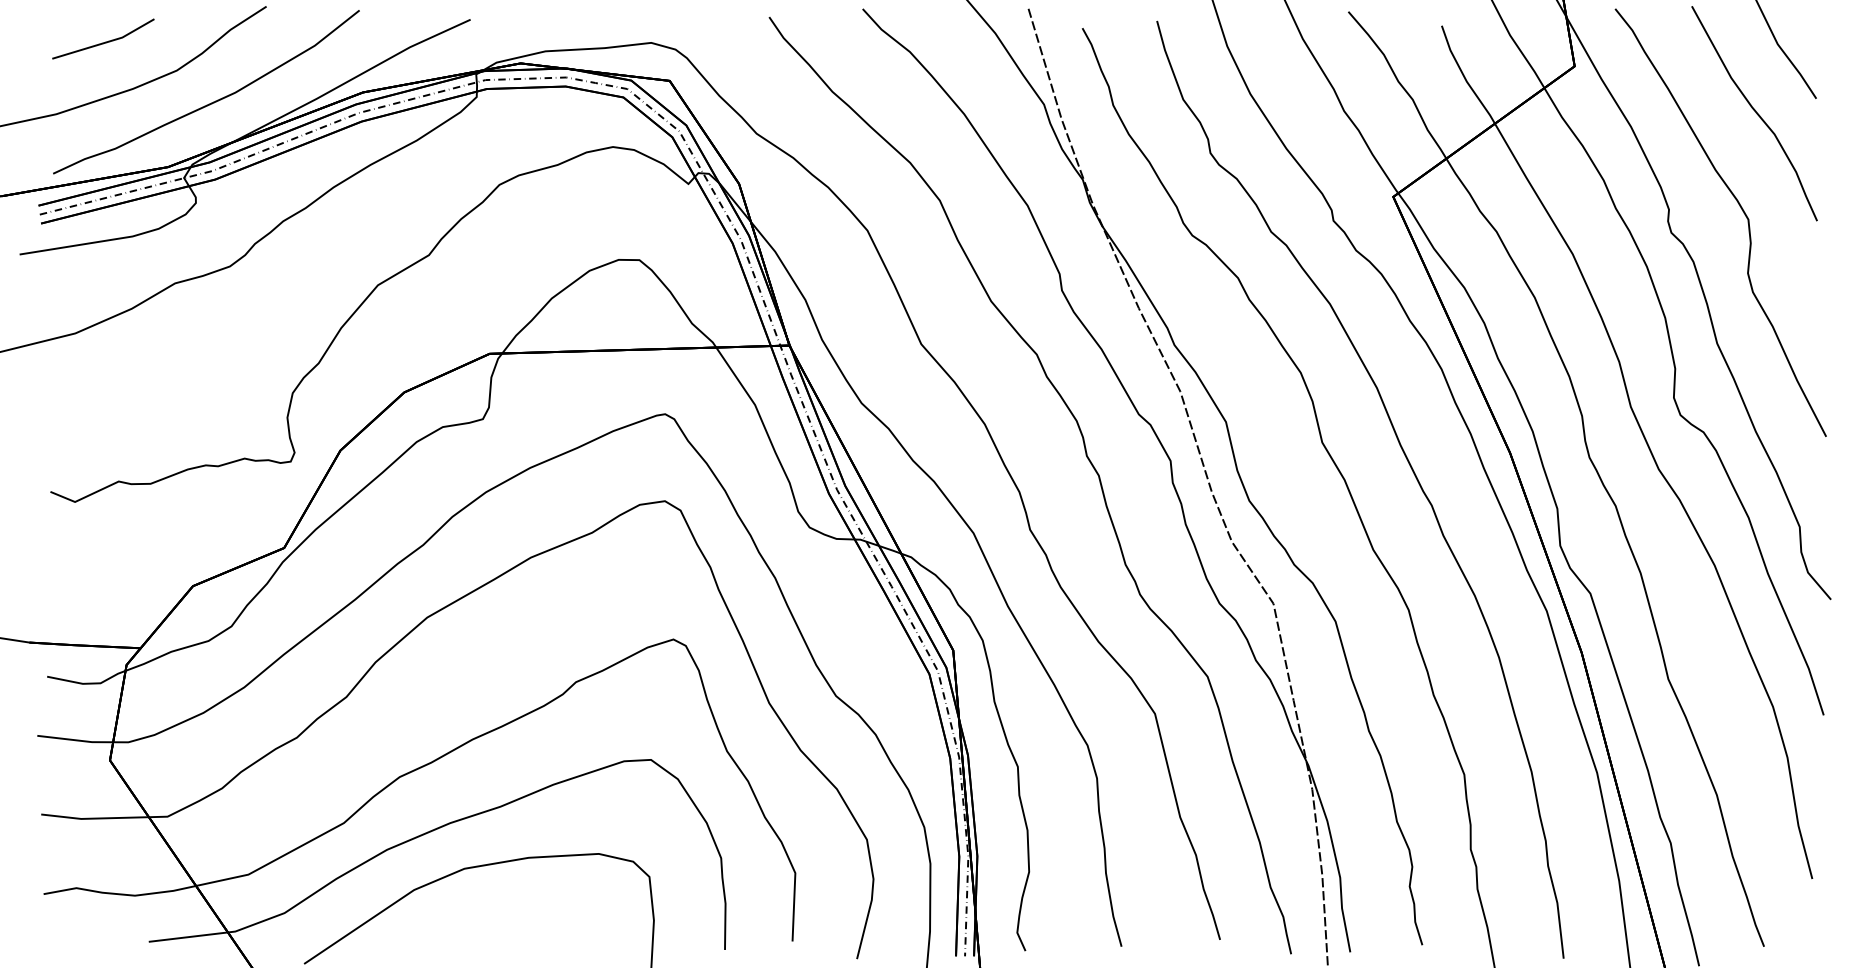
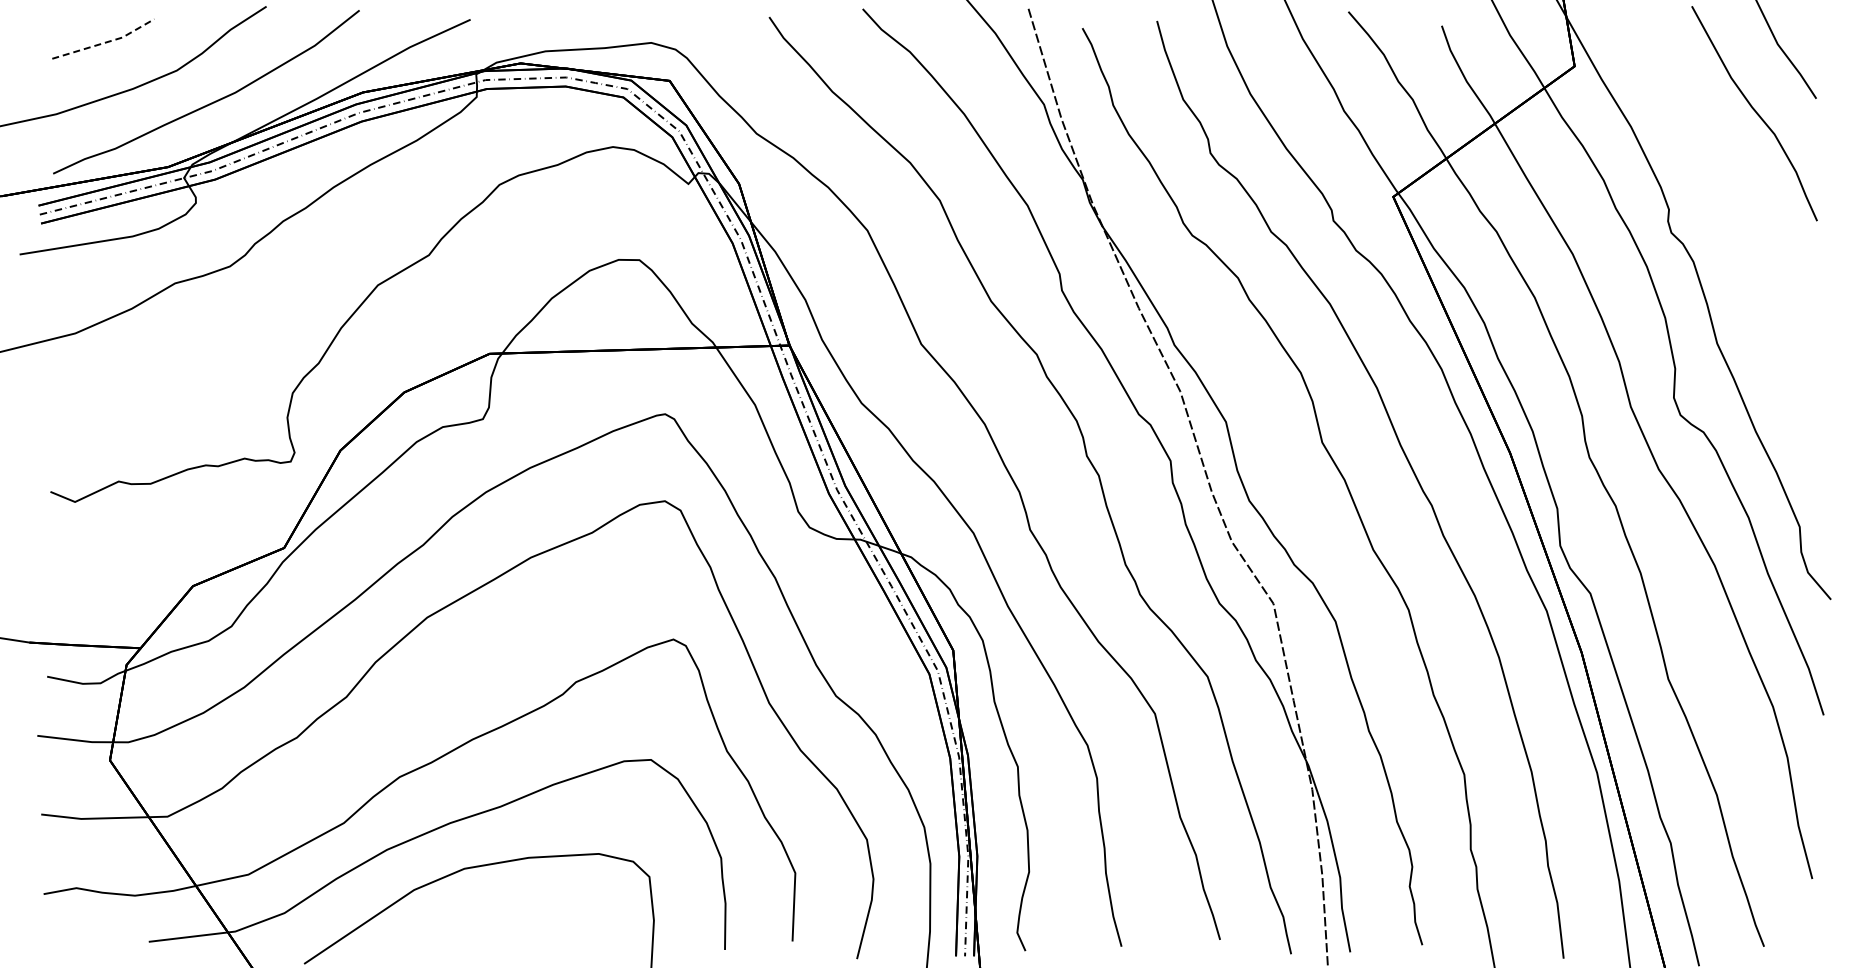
line at (105, 42): solid -> dashed
curve at (1740, 208): present -> none
